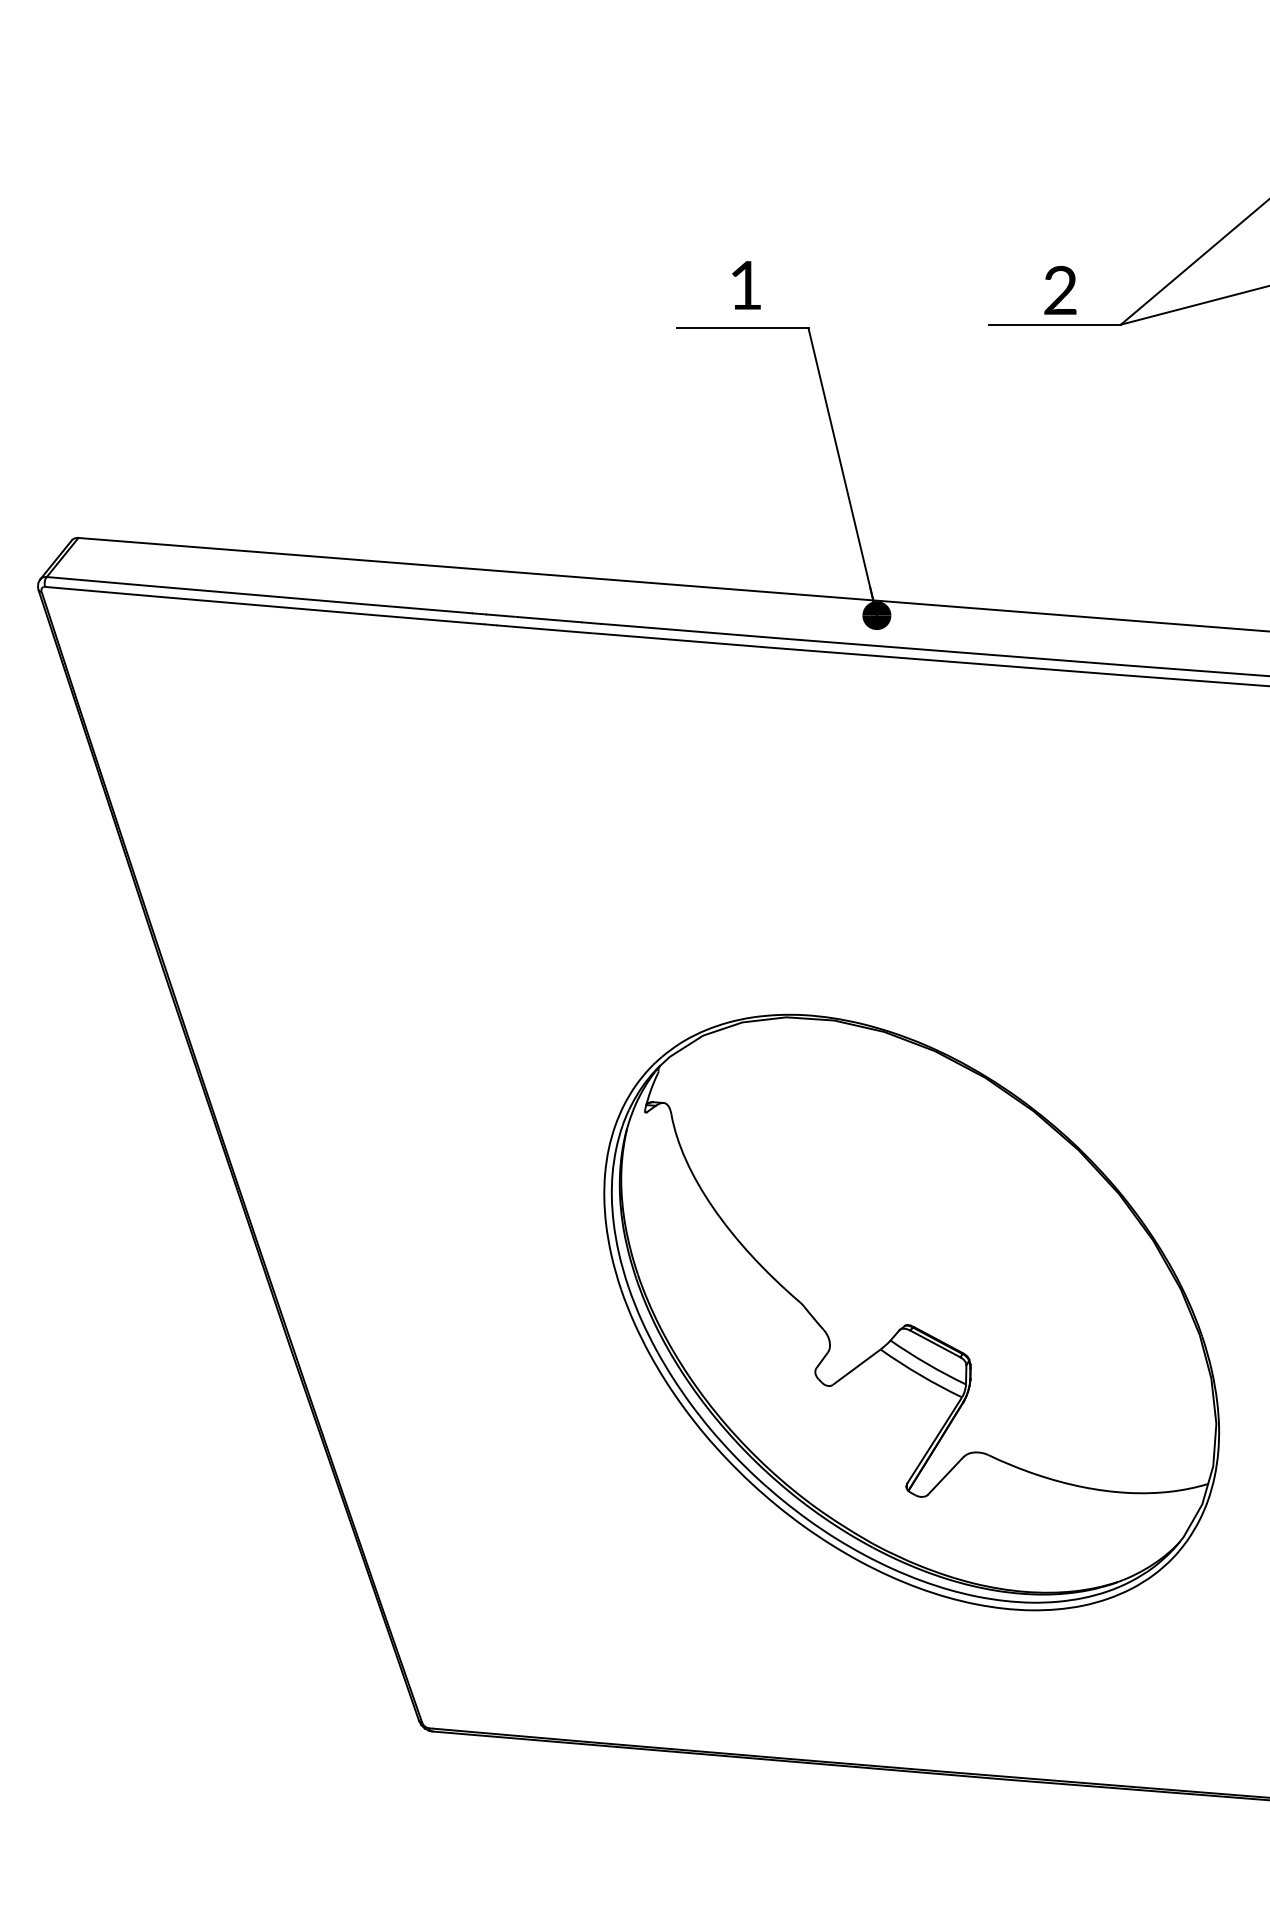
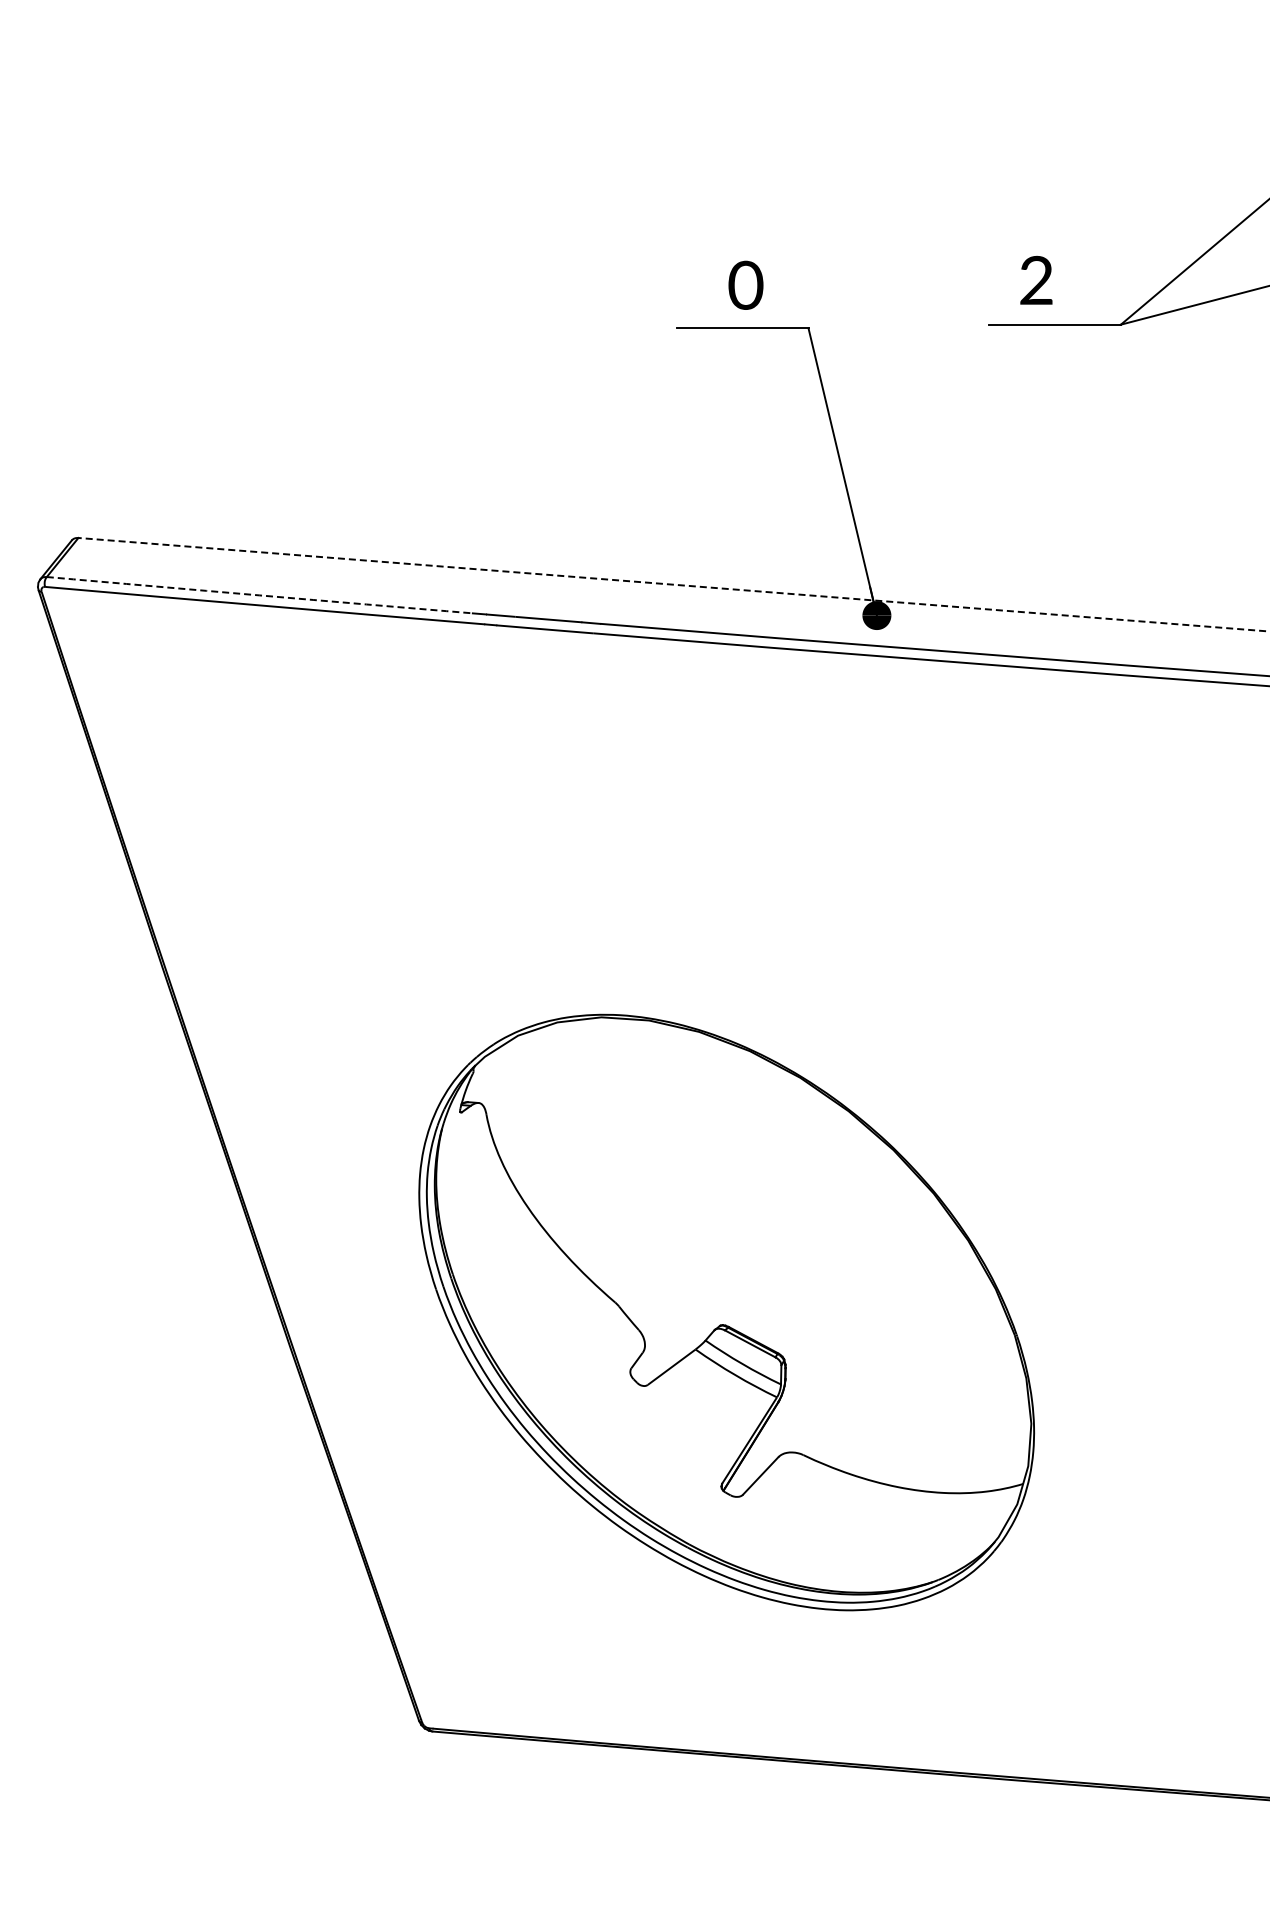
text at (745, 284): 1 -> 0
text at (1060, 289) position: (1060, 289) -> (1036, 279)
line at (673, 584): solid -> dashed
arc at (259, 595): solid -> dashed
part at (911, 1312) position: (911, 1312) -> (726, 1312)
